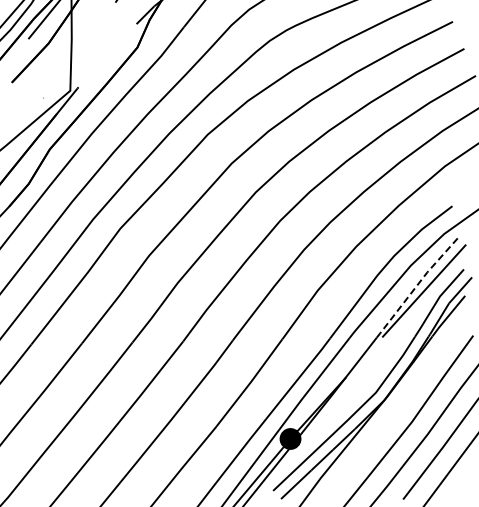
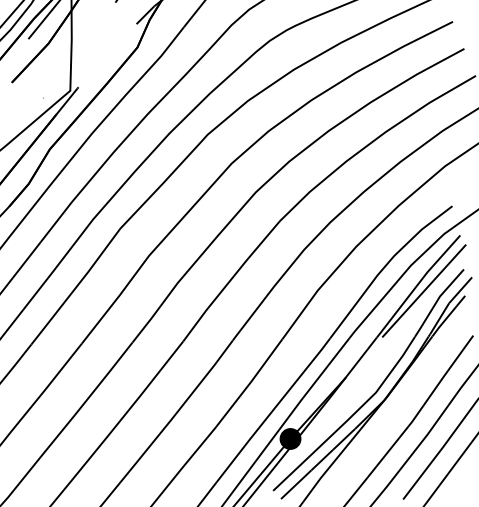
line at (417, 284): dashed -> solid
